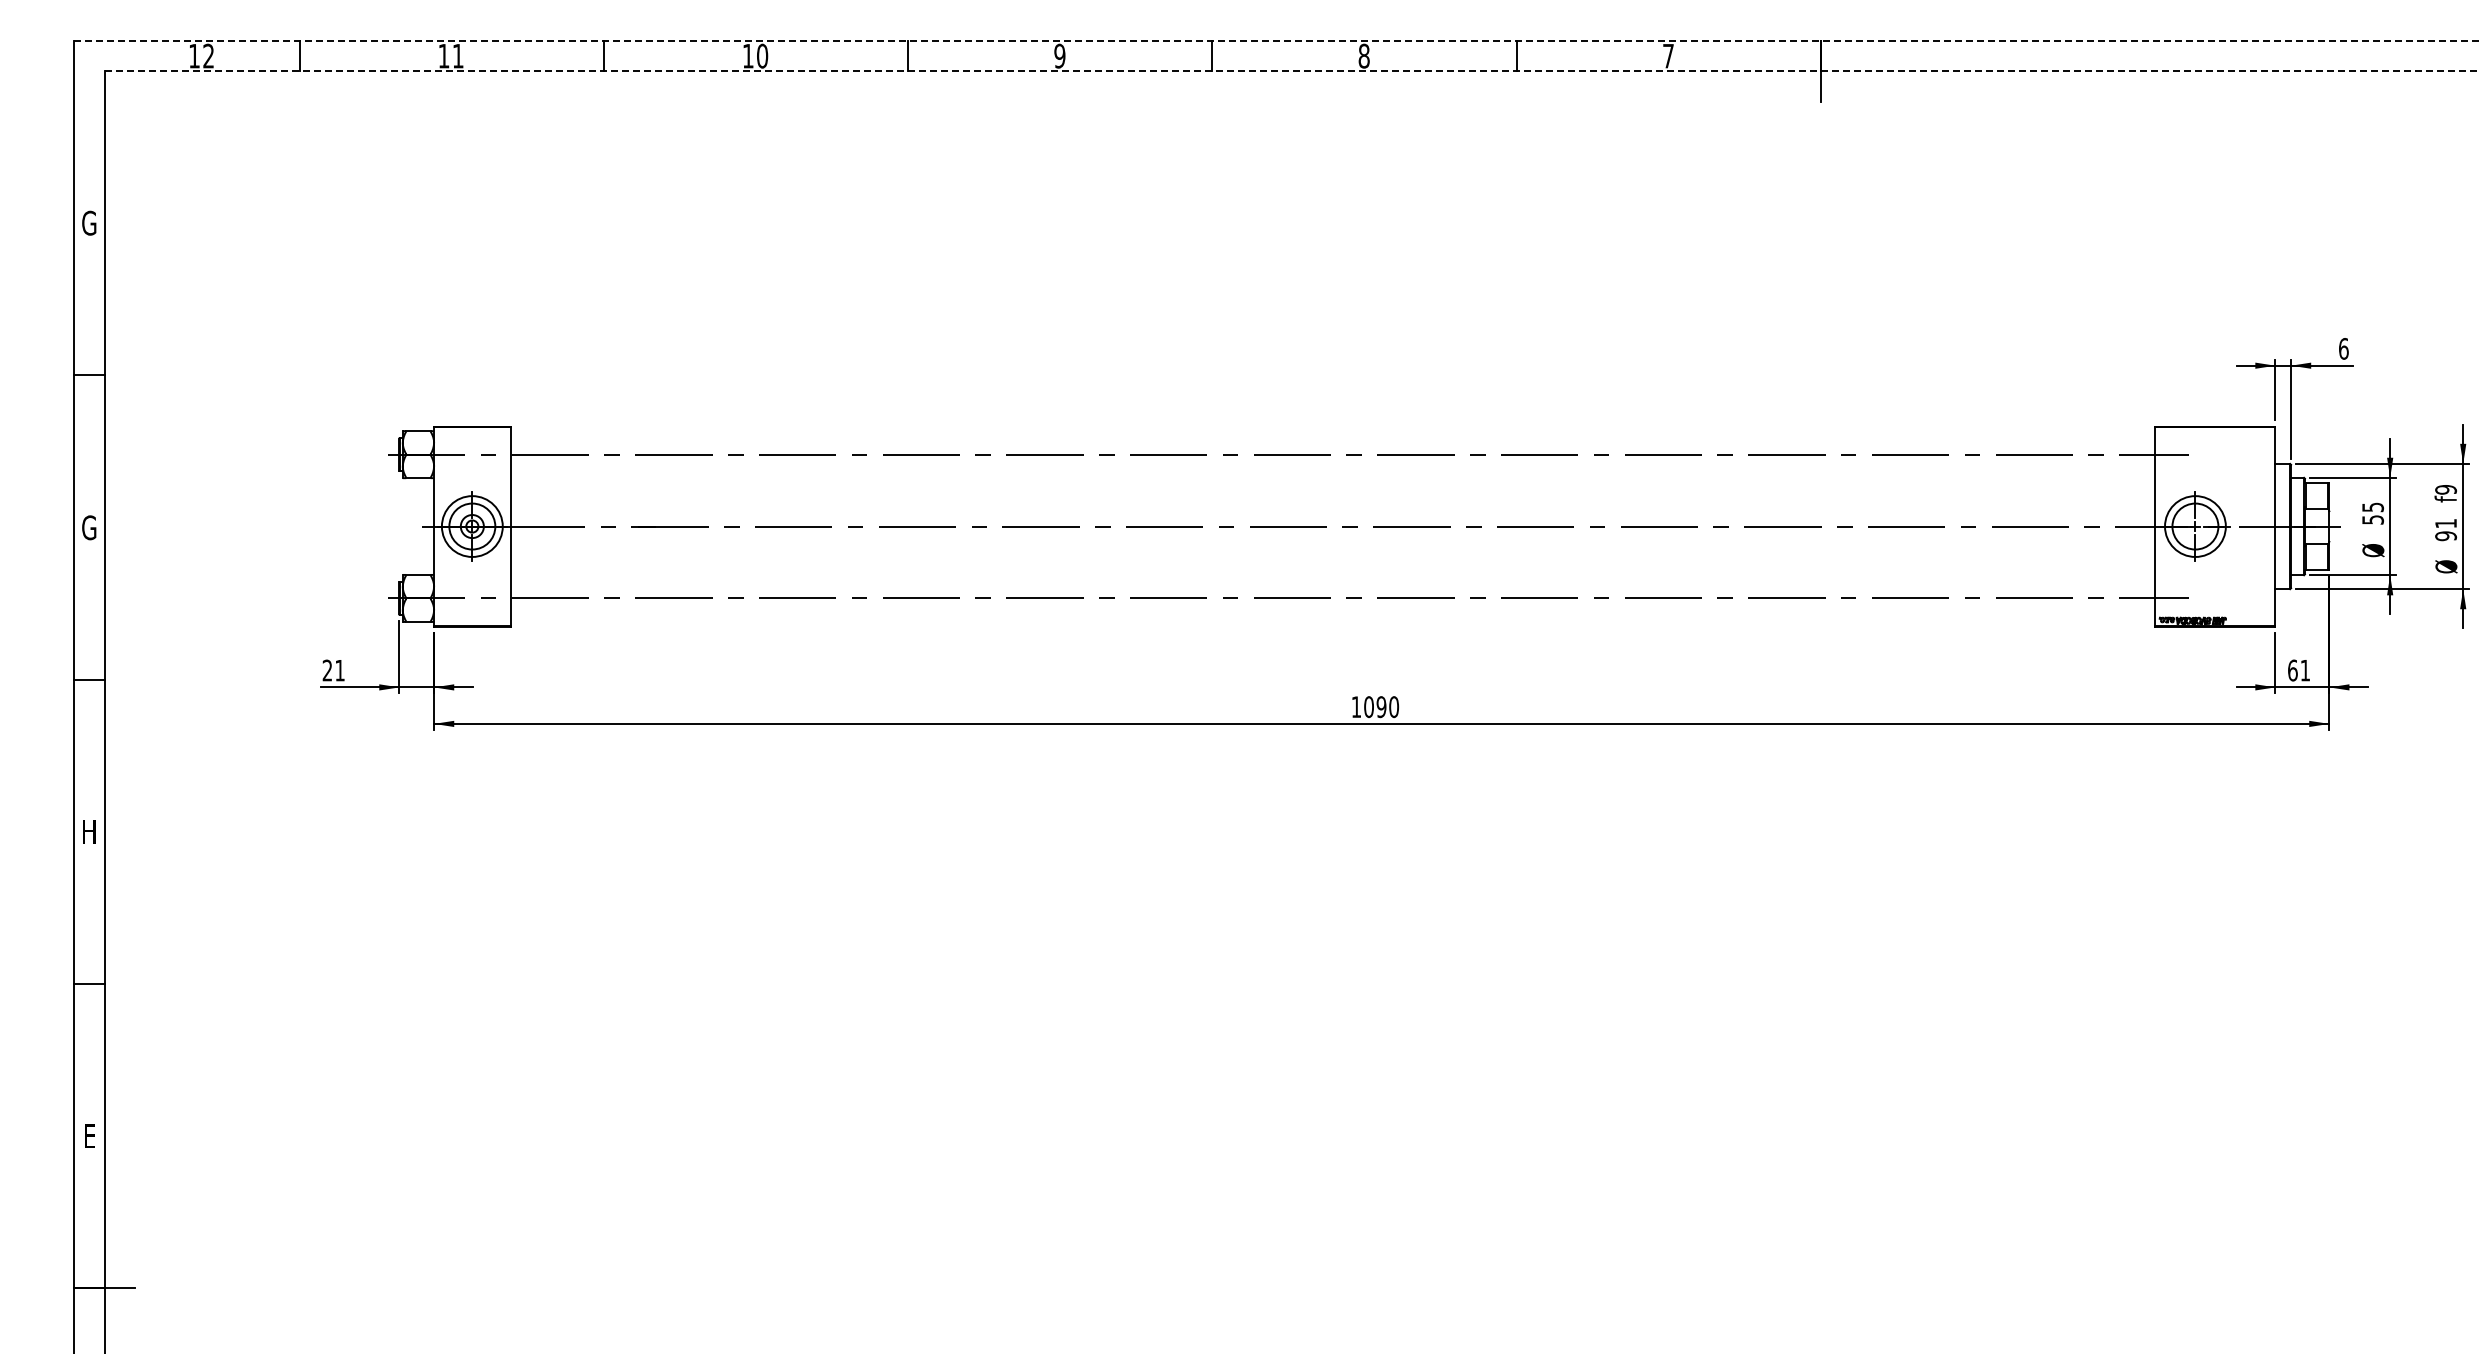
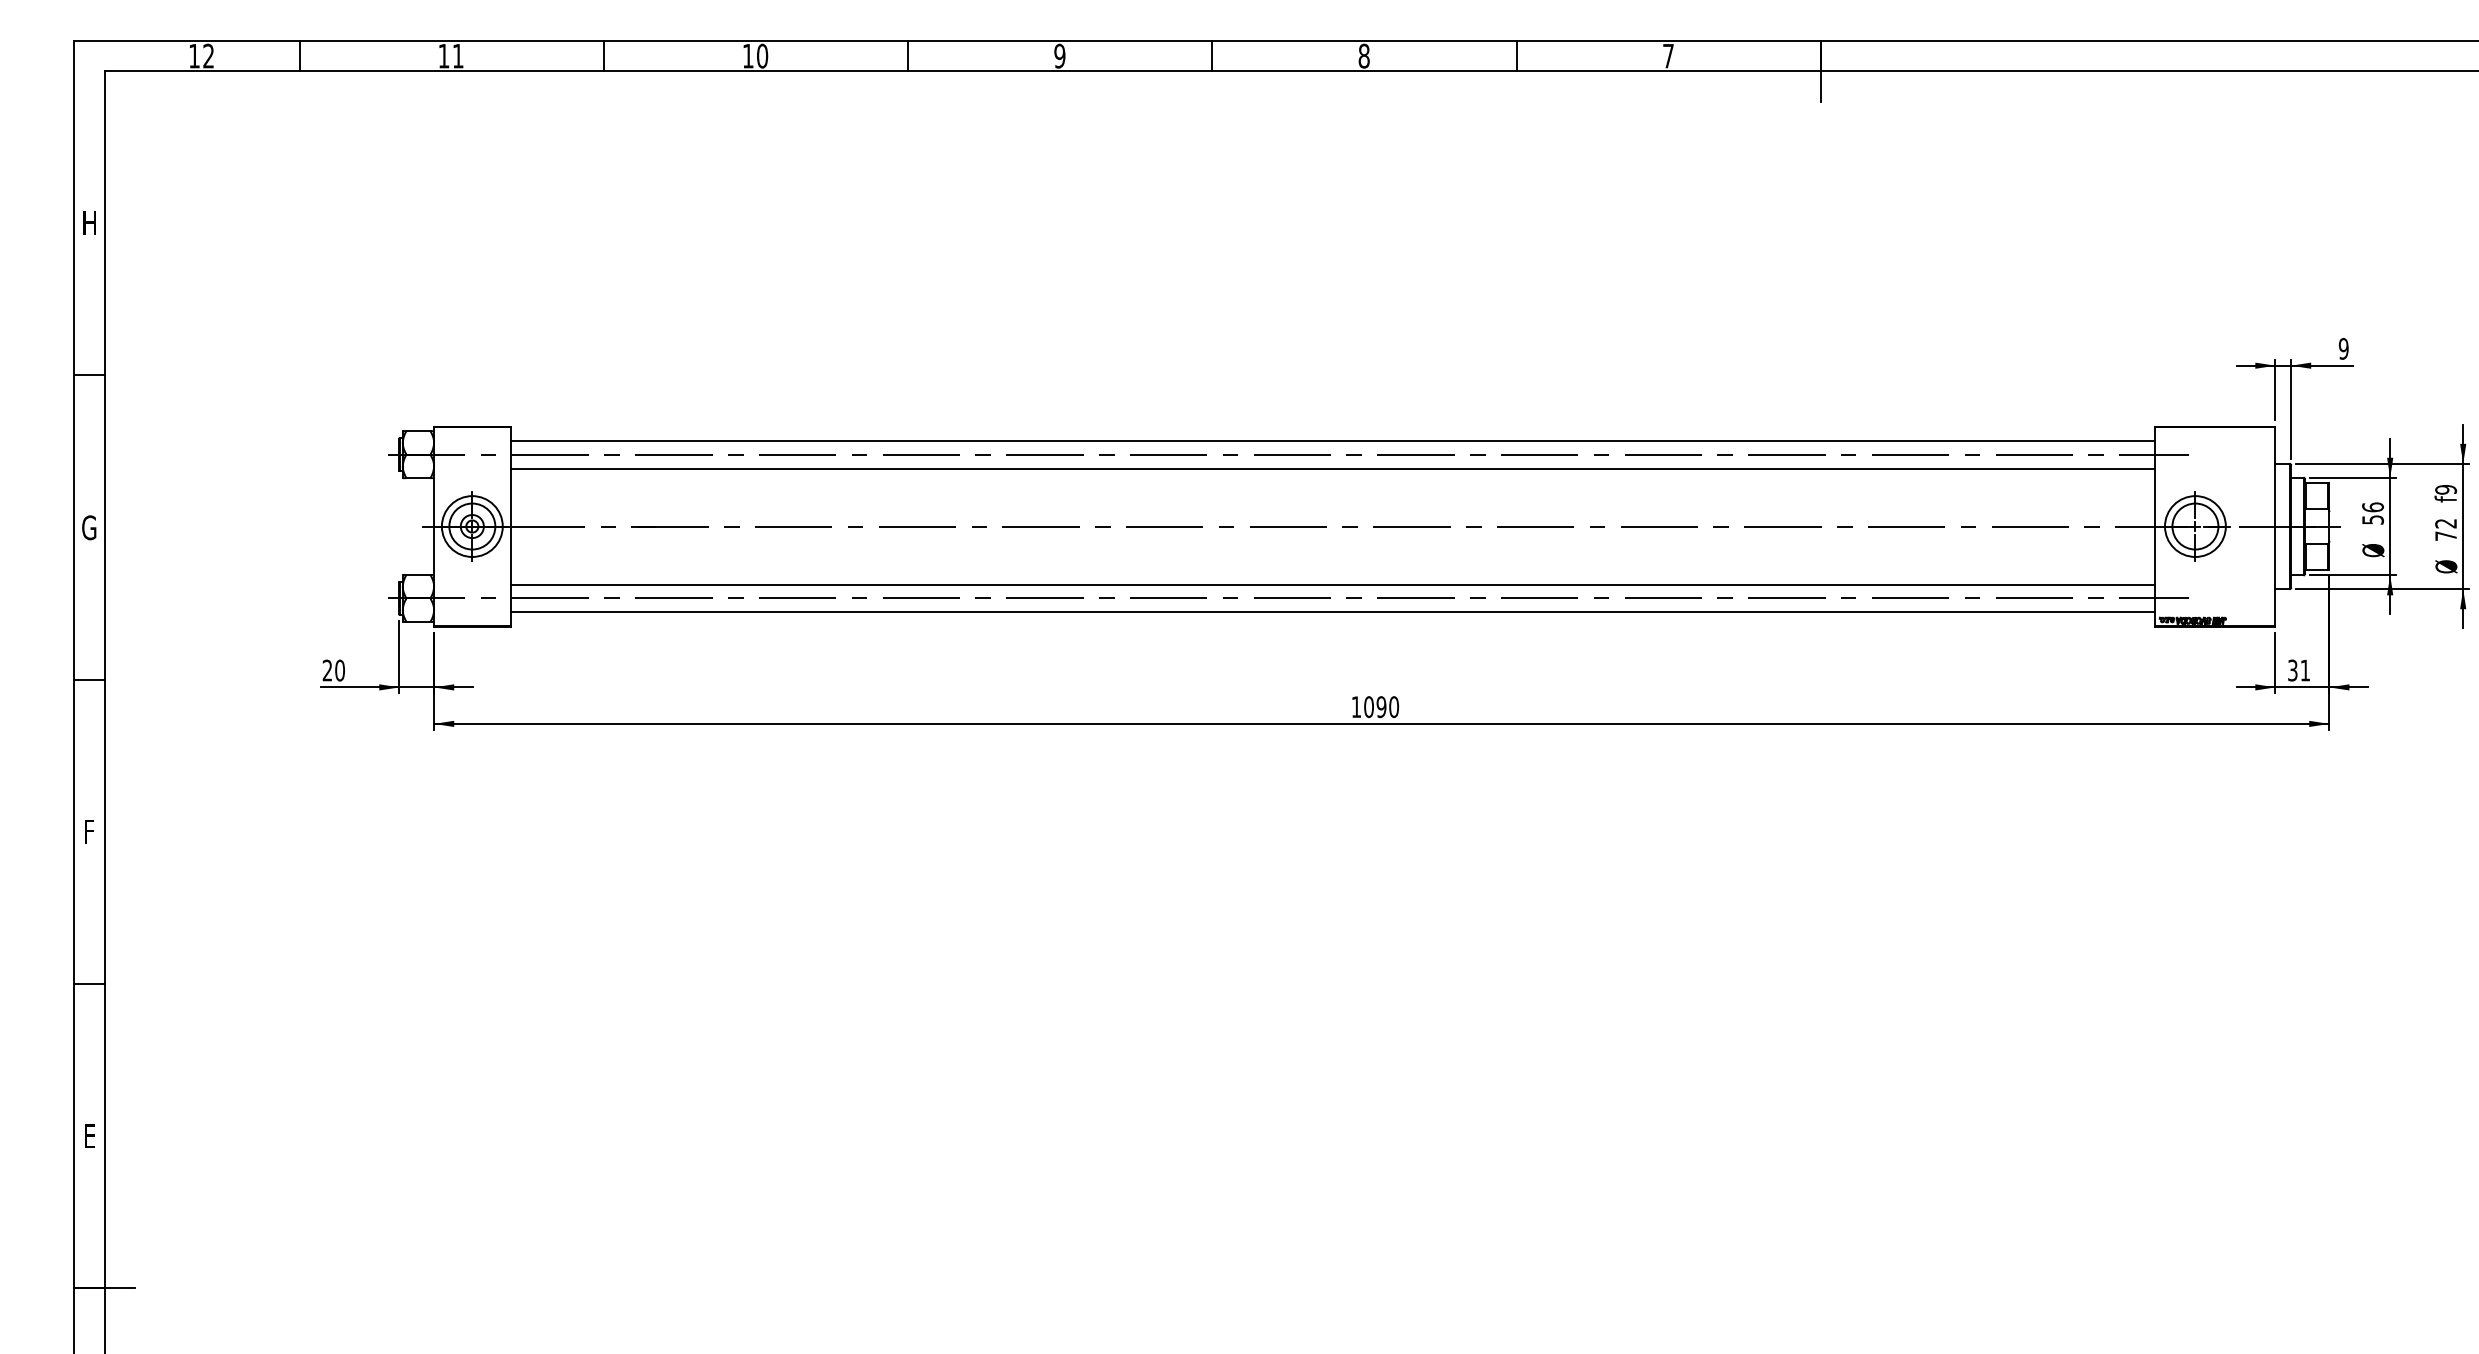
line at (1277, 40): dashed -> solid
line at (1291, 71): dashed -> solid
text at (89, 222): G -> H
text at (2343, 348): 6 -> 9
line at (1332, 440): none -> present
line at (1332, 468): none -> present
text at (2373, 507): 55 -> 56
text at (2446, 530): 91 -> 72
line at (1332, 584): none -> present
line at (1332, 612): none -> present
text at (339, 670): 21 -> 20
text at (2292, 670): 61 -> 31
text at (89, 831): H -> F
